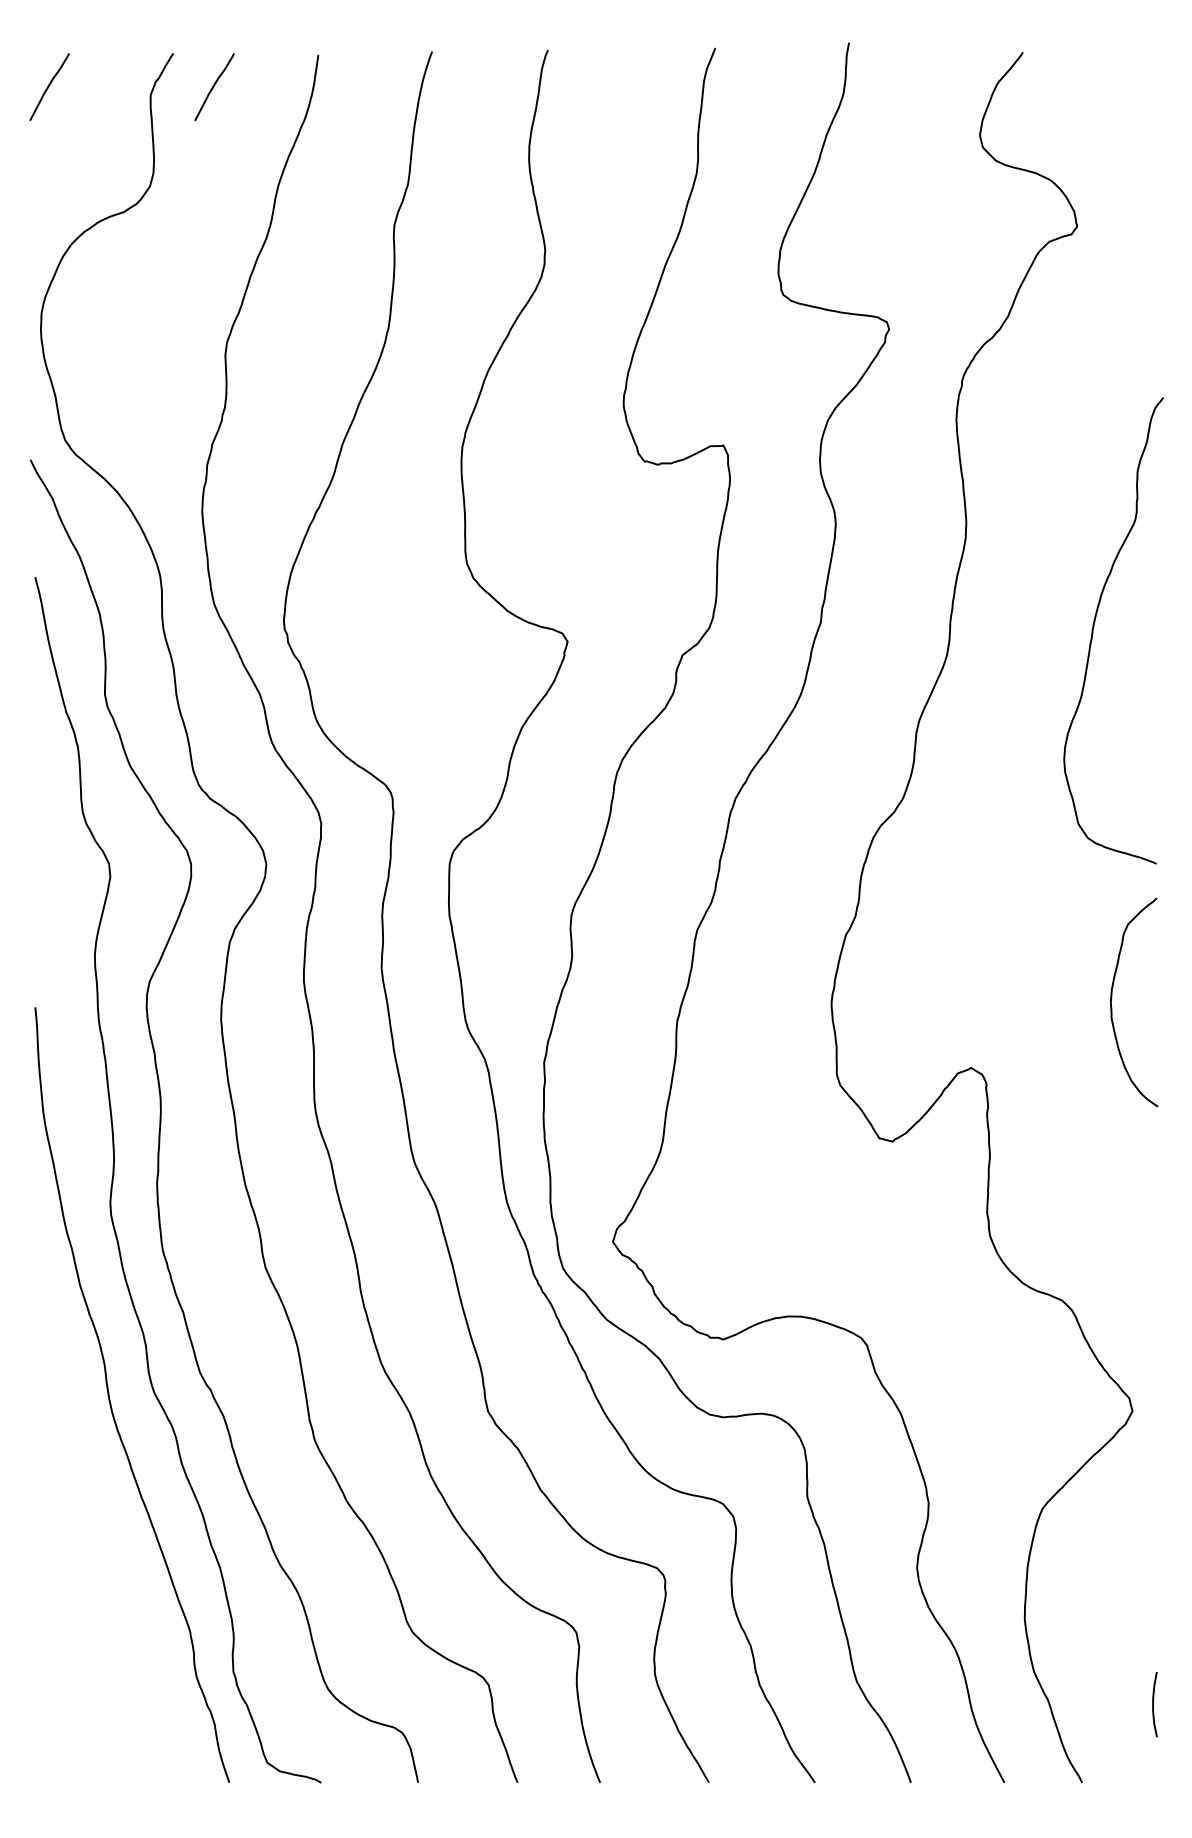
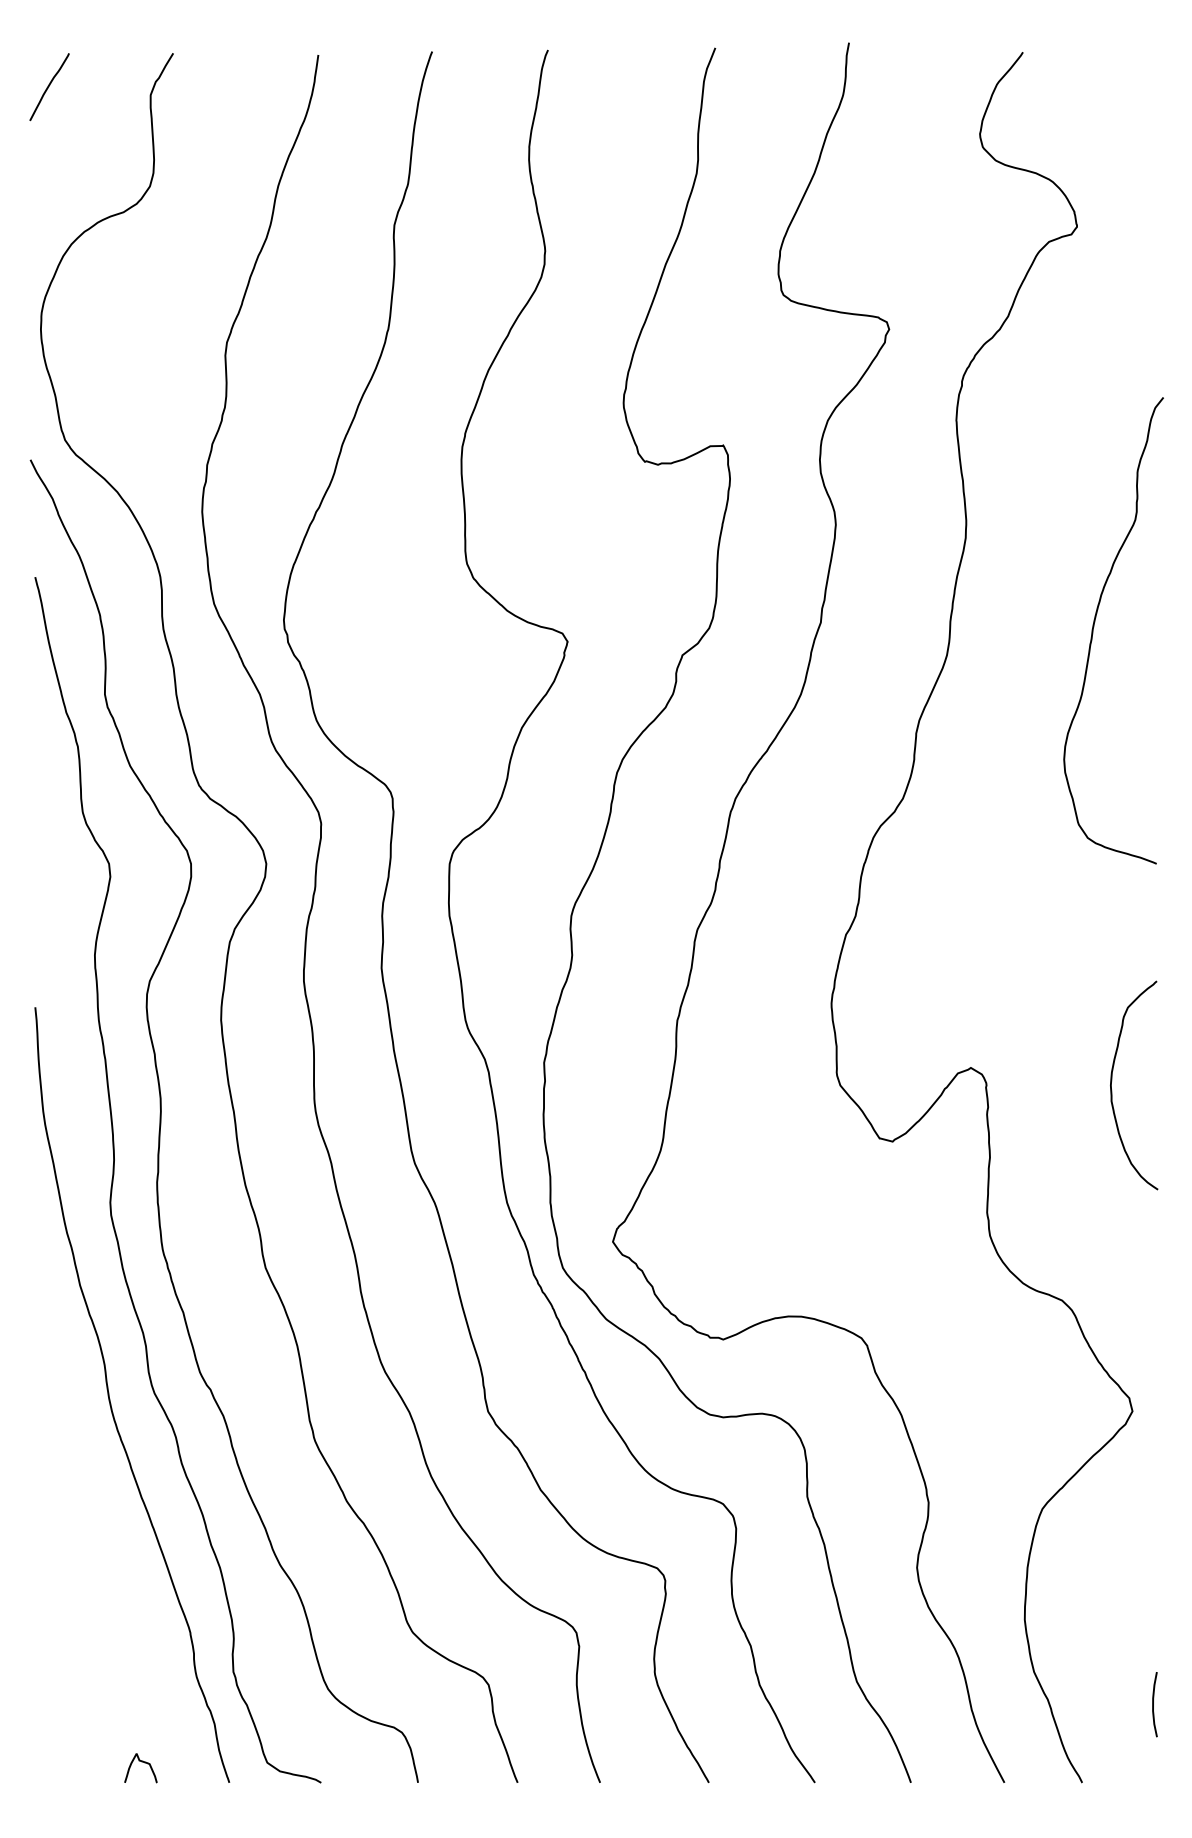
curve at (214, 86): present -> none
curve at (1112, 998) position: (1112, 998) -> (1112, 1081)
curve at (141, 1762): none -> present
